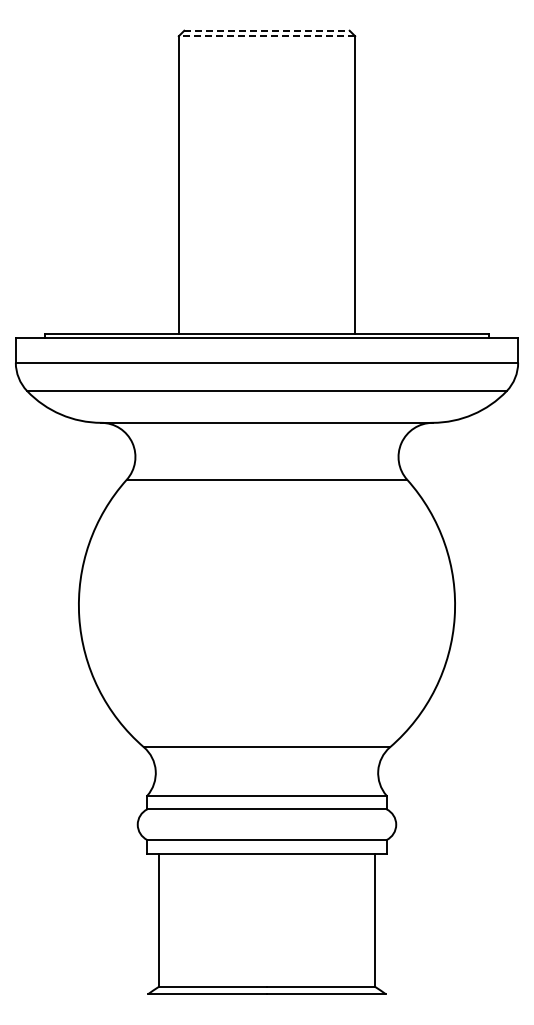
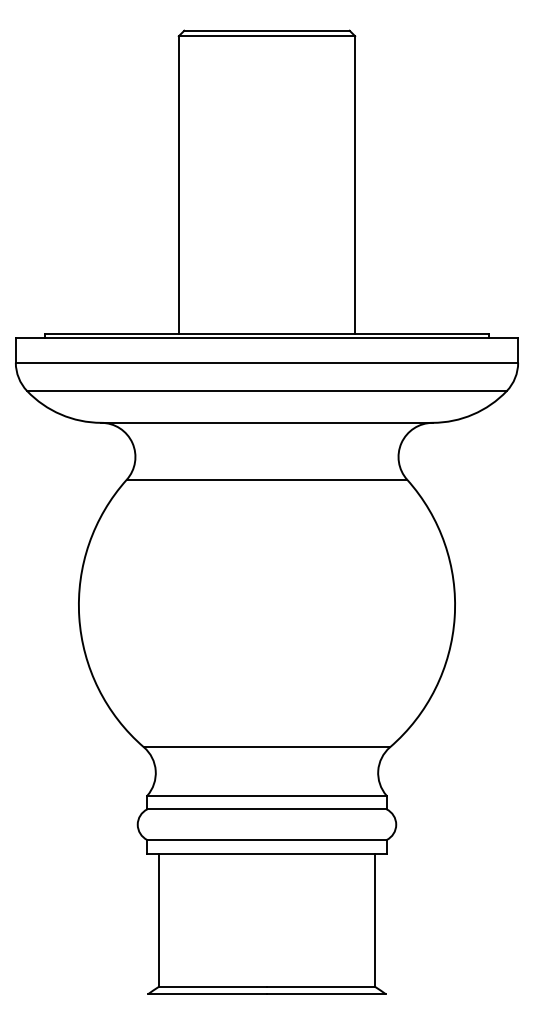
line at (267, 30): dashed -> solid
line at (266, 36): dashed -> solid
